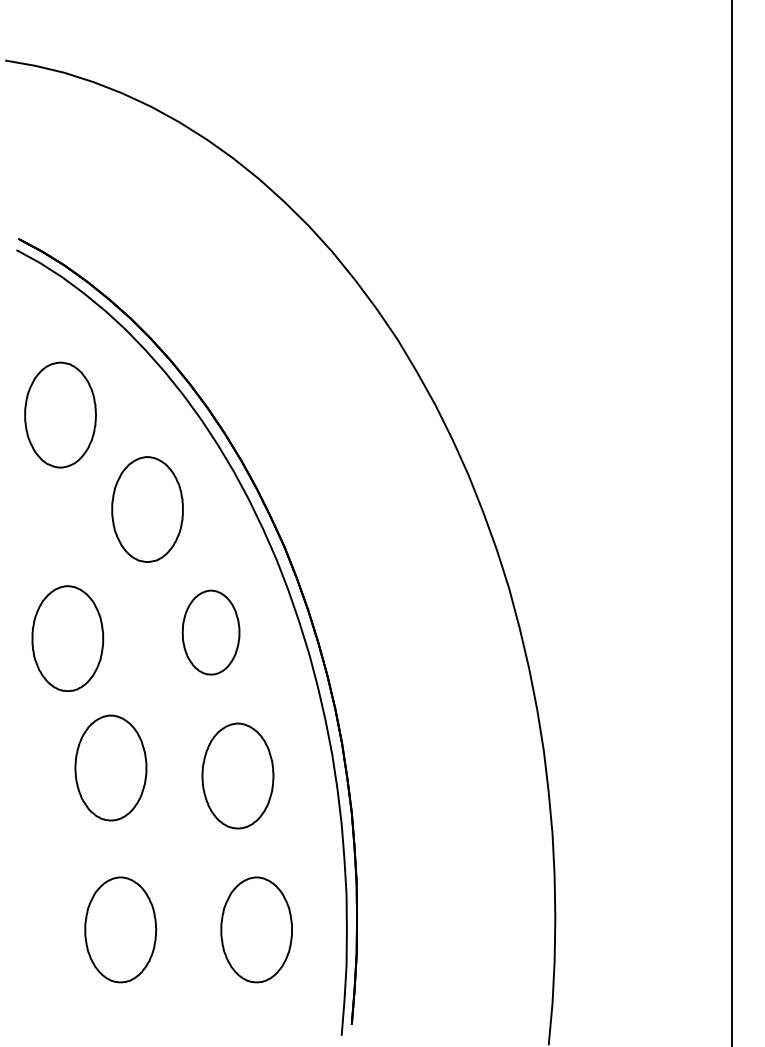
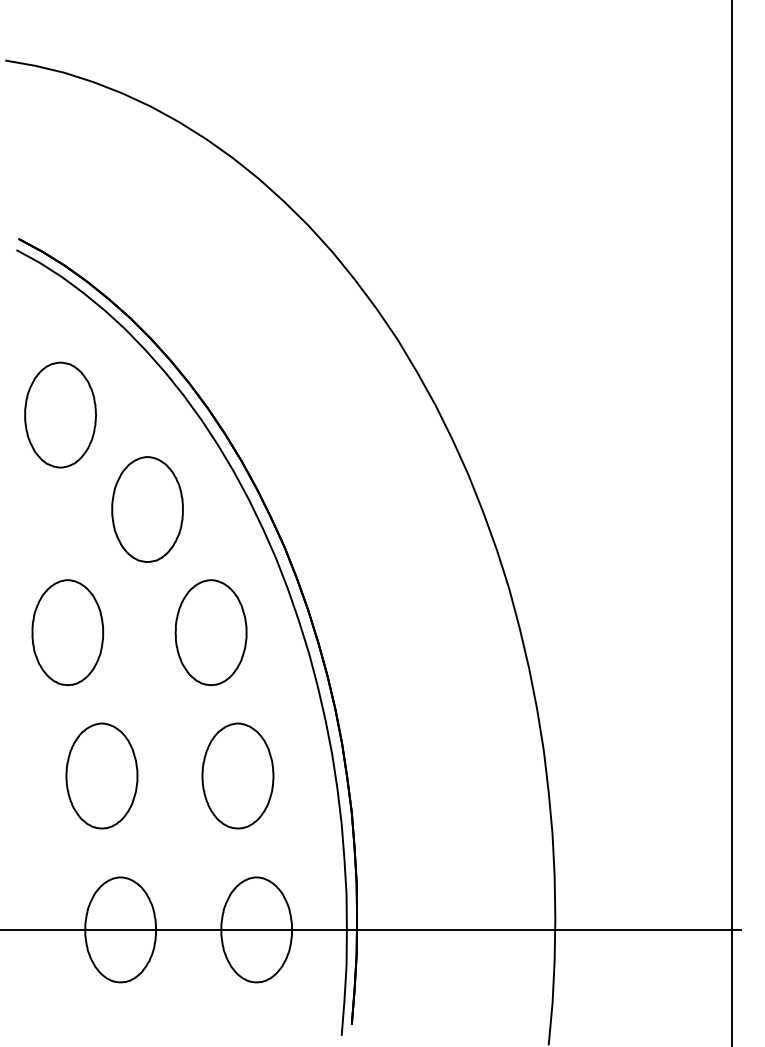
part at (210, 632) size: 60x87 px -> 74x107 px
part at (67, 638) position: (67, 638) -> (67, 632)
part at (110, 767) position: (110, 767) -> (101, 775)
line at (372, 929): none -> present
